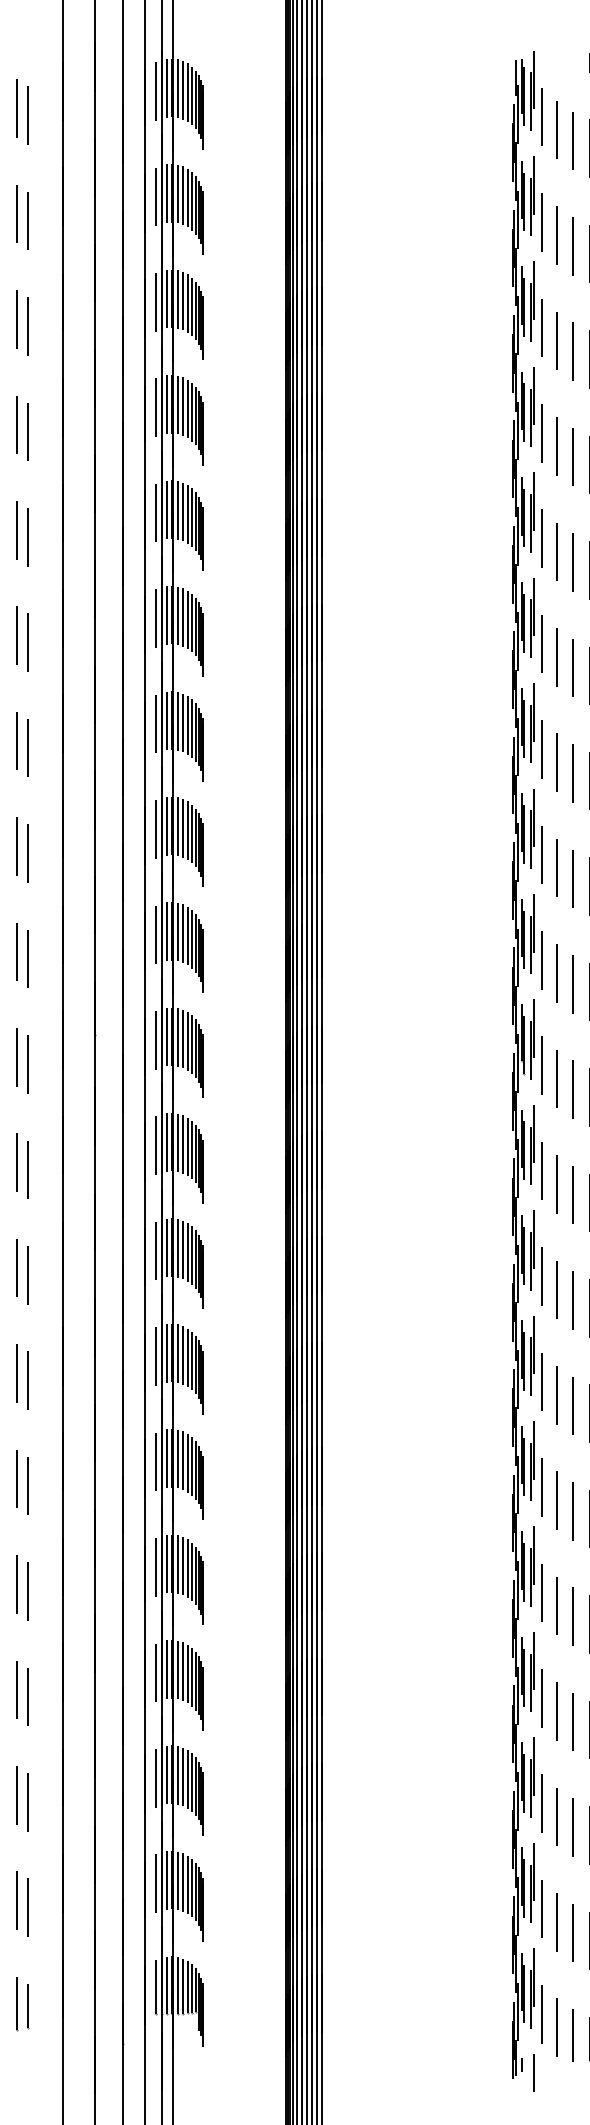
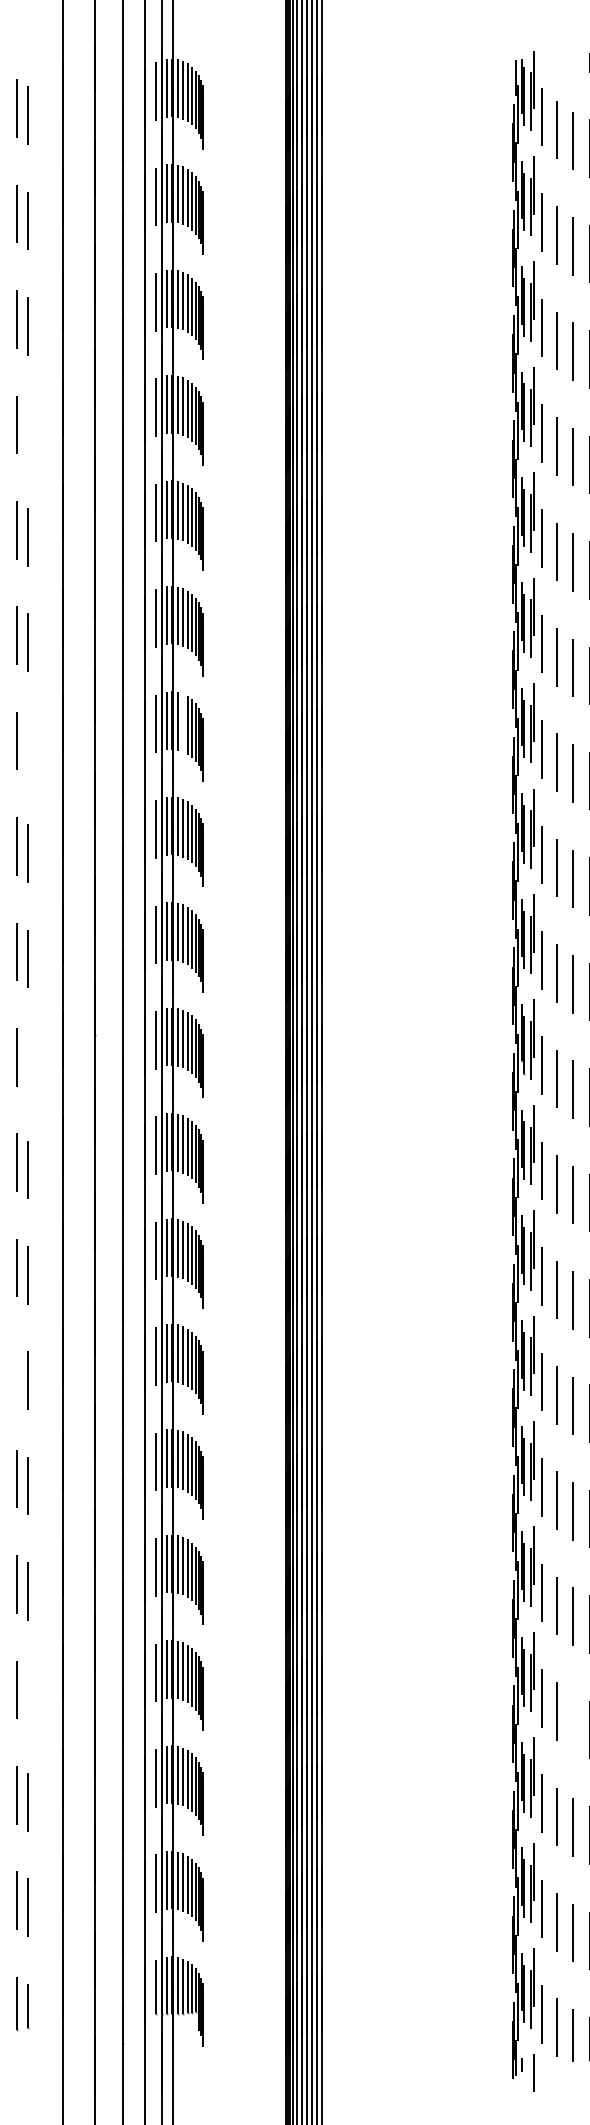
line at (27, 431): present -> none
line at (183, 722): present -> none
line at (27, 747): present -> none
line at (27, 1064): present -> none
line at (17, 1373): present -> none
line at (27, 1696): present -> none
line at (572, 1721): present -> none
